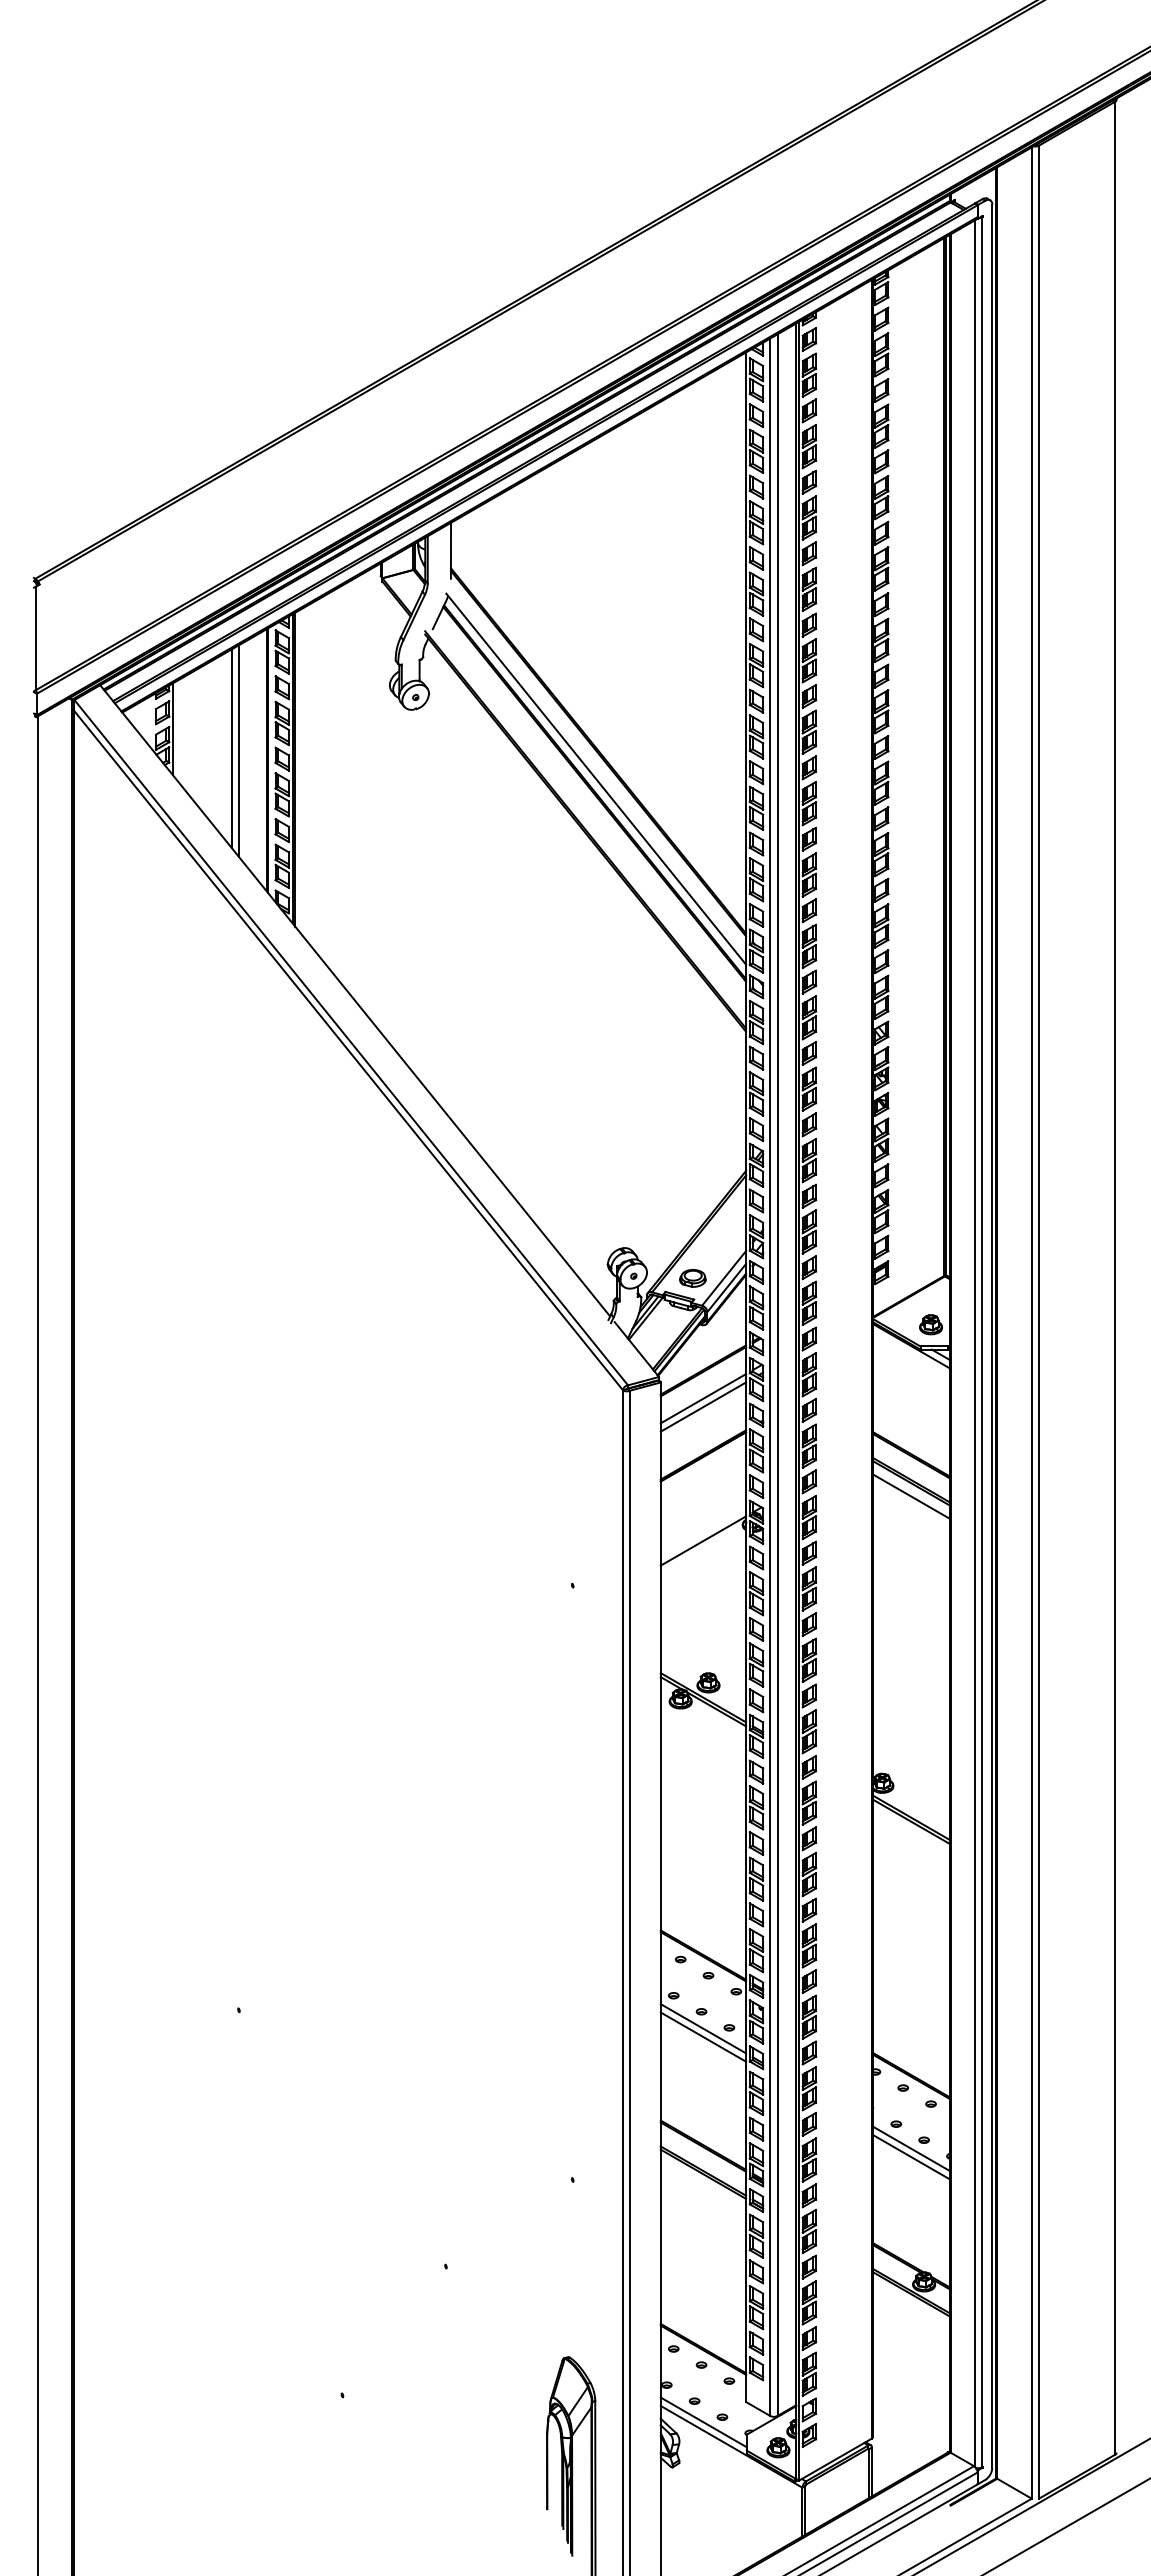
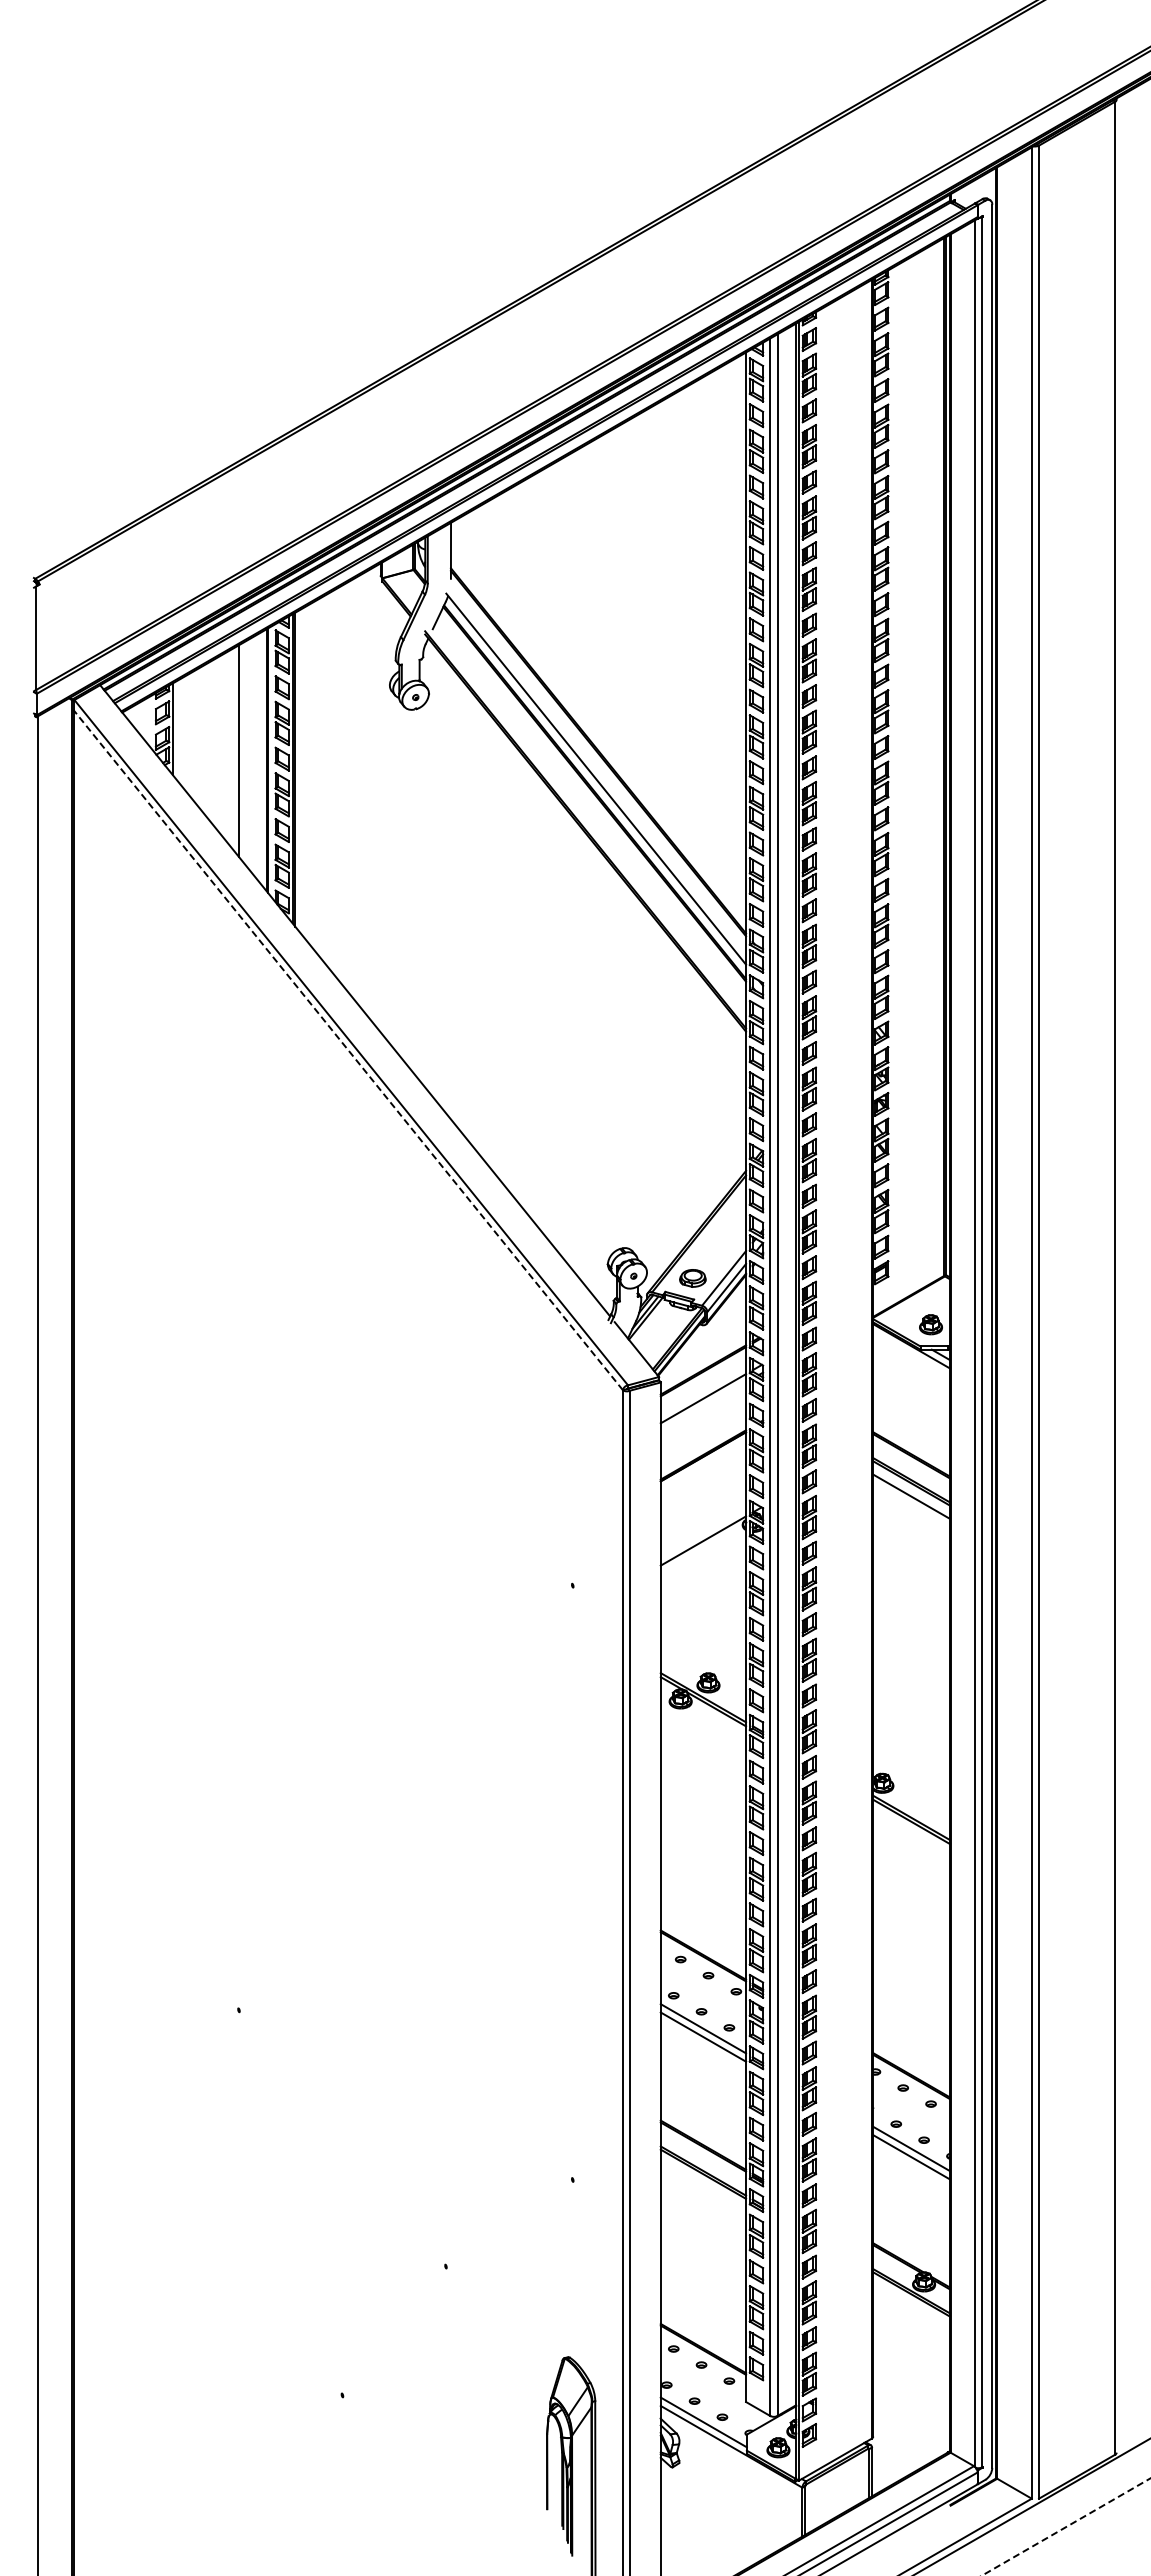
line at (231, 748): present -> none
line at (347, 1049): solid -> dashed
line at (703, 1406): present -> none
line at (1066, 2526): solid -> dashed
